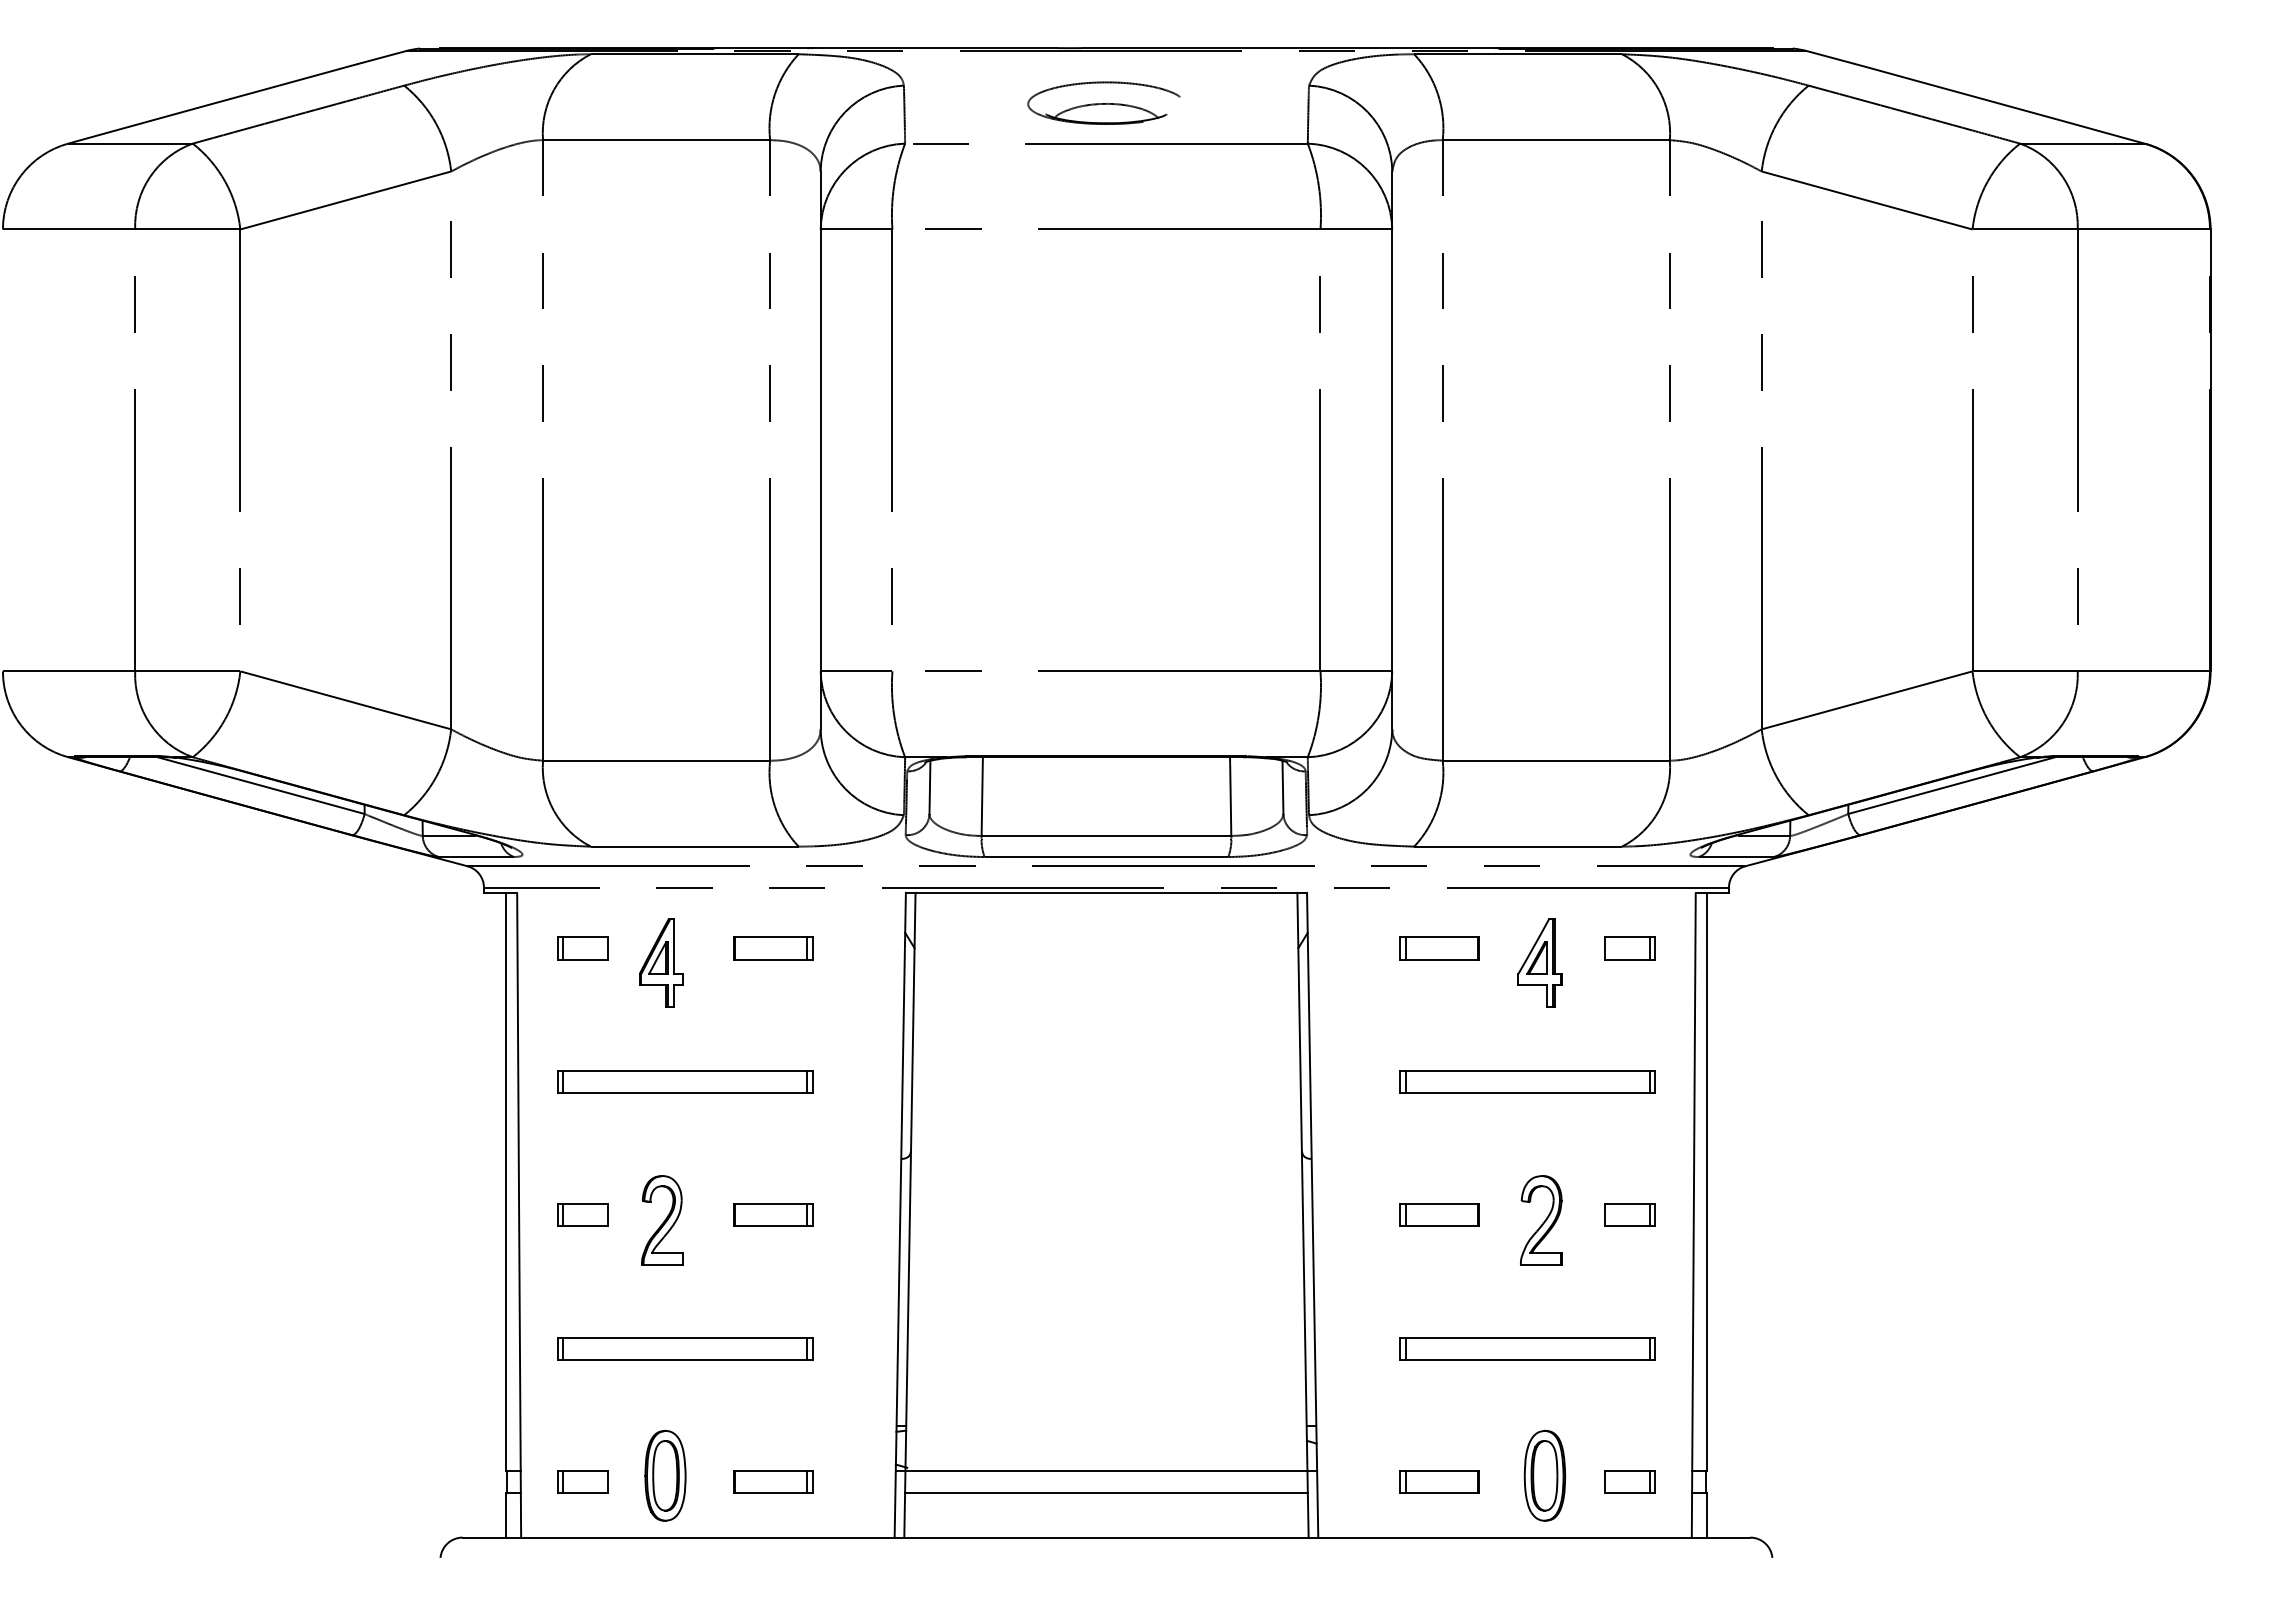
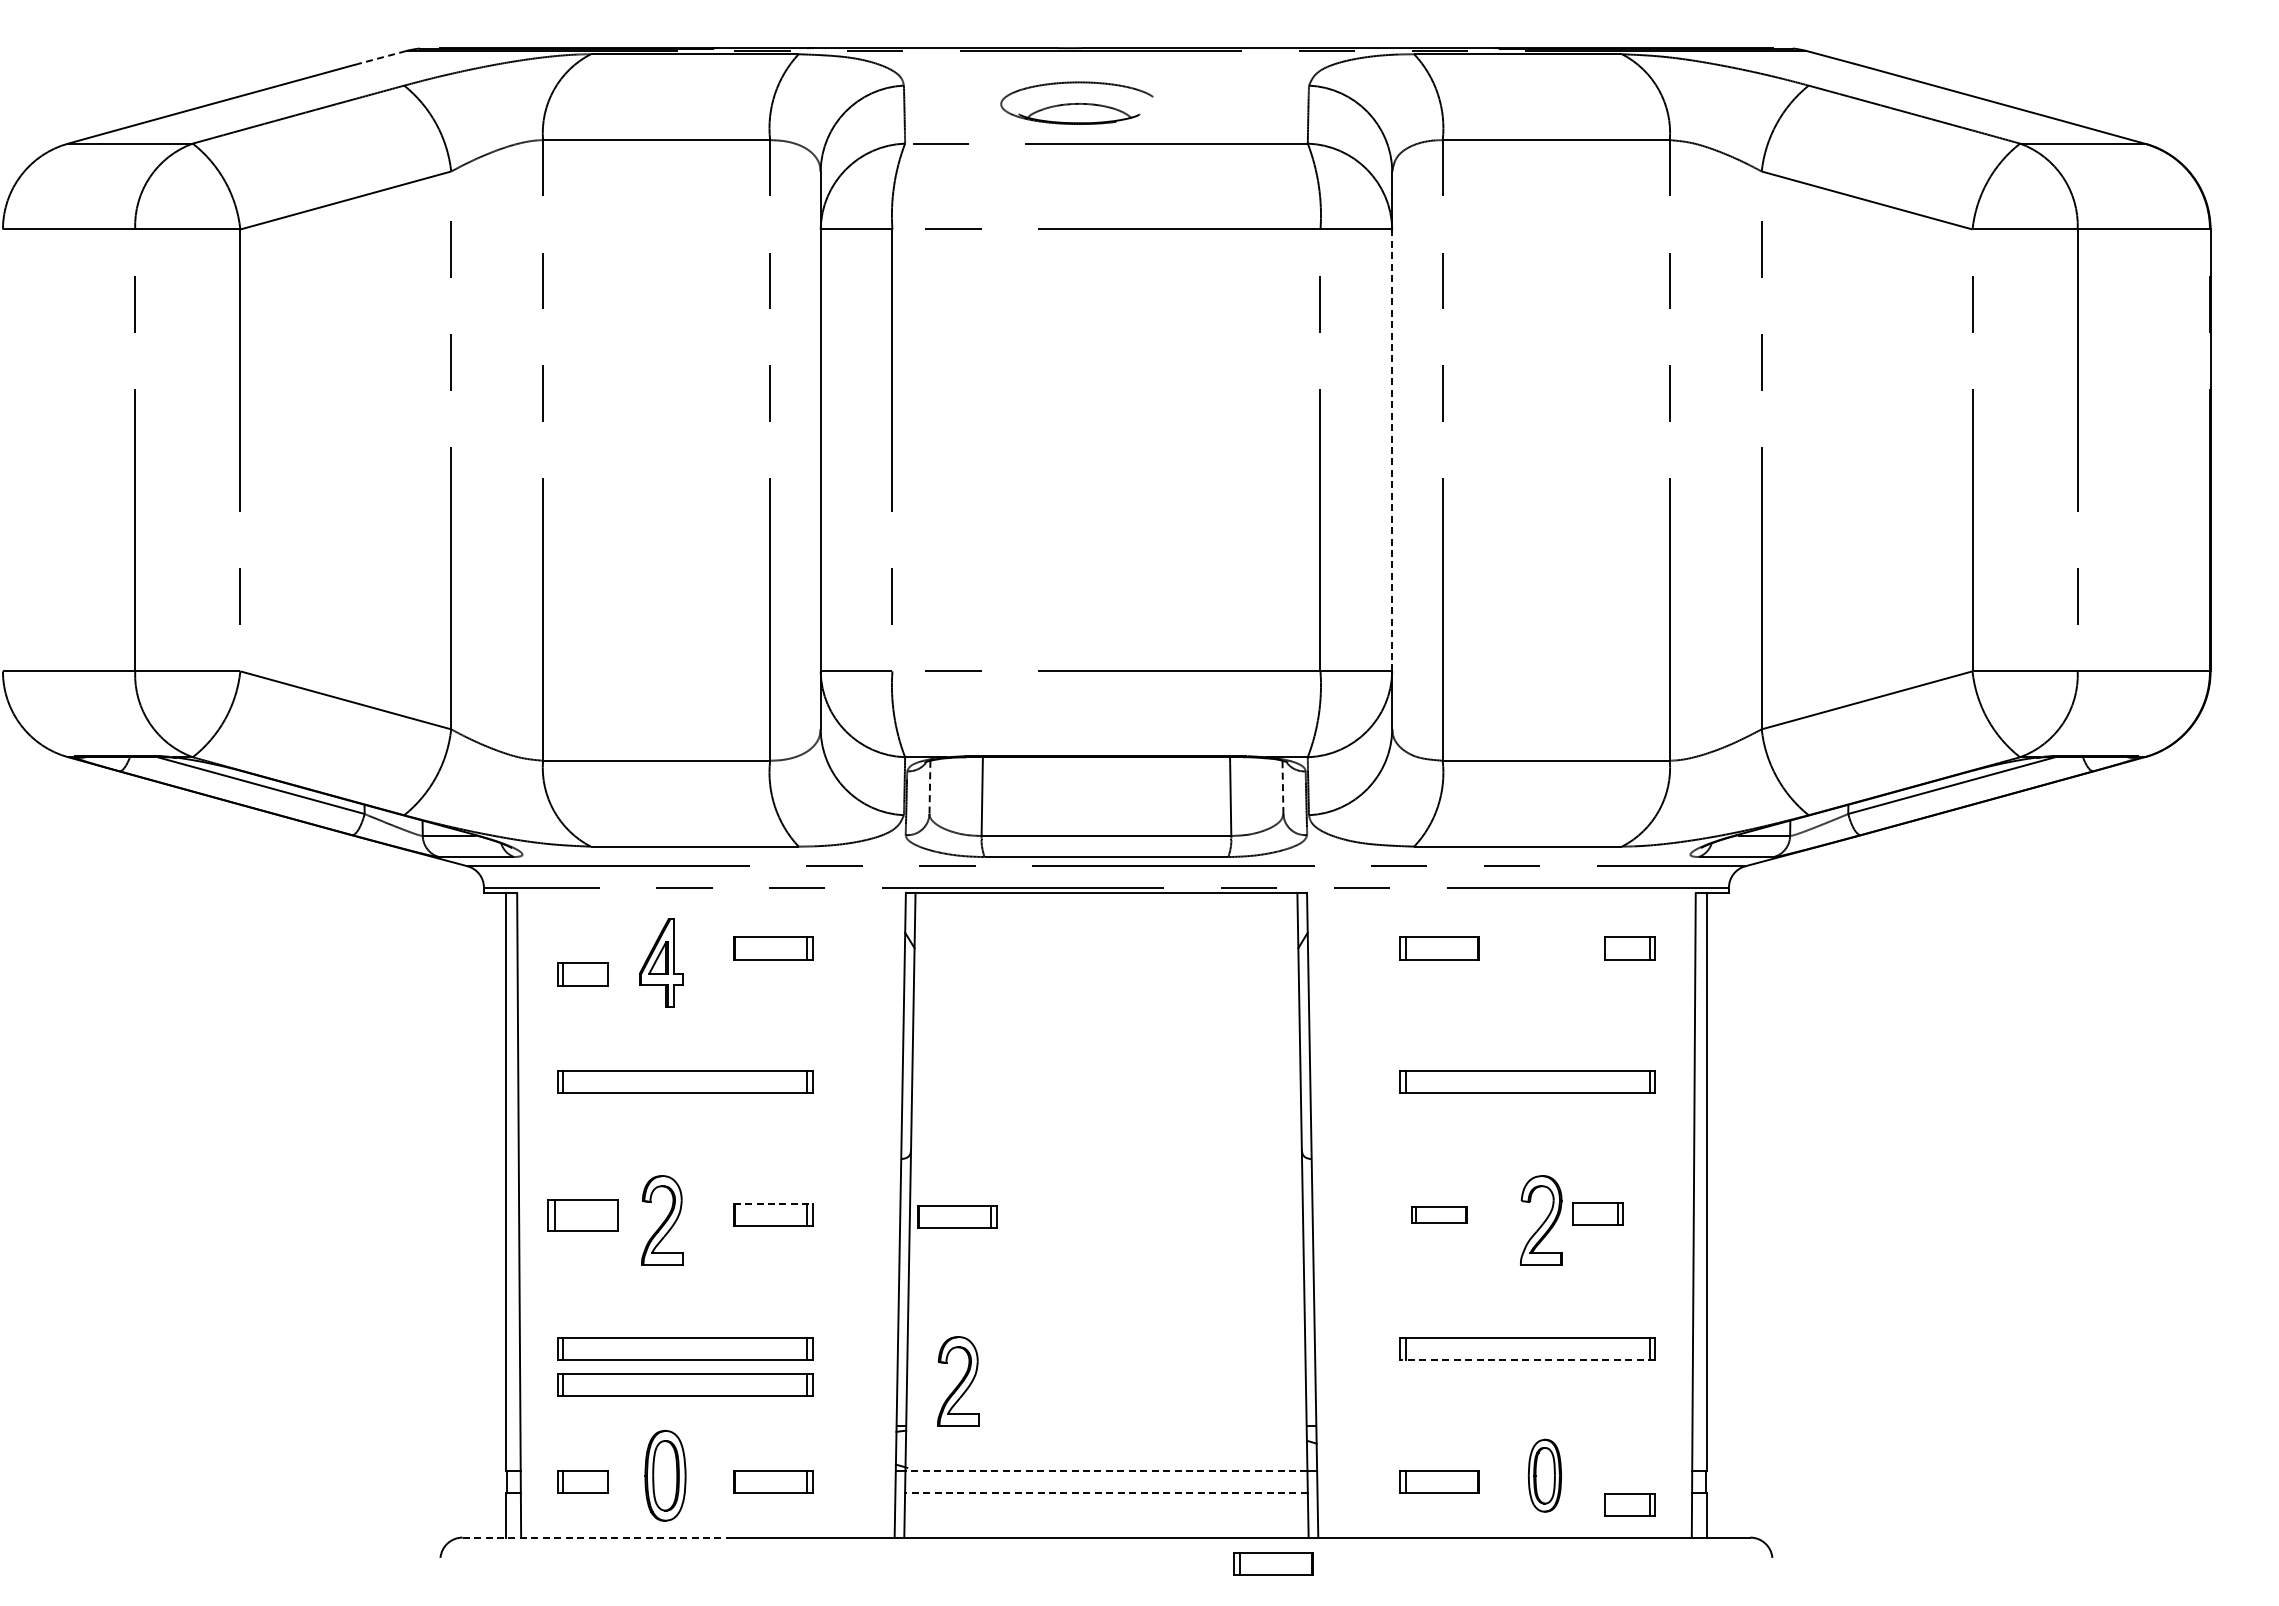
line at (381, 57): solid -> dashed
part at (1103, 102) position: (1103, 102) -> (1076, 102)
line at (1392, 450): solid -> dashed
line at (929, 787): solid -> dashed
line at (1282, 787): solid -> dashed
part at (582, 948) position: (582, 948) -> (582, 974)
part at (1539, 962): present -> none
line at (773, 1204): solid -> dashed
part at (582, 1214) size: 52x24 px -> 72x33 px
part at (1439, 1214) size: 81x24 px -> 57x18 px
part at (1629, 1214) position: (1629, 1214) -> (1597, 1213)
part at (957, 1216): none -> present
line at (1527, 1359): solid -> dashed
part at (958, 1381): none -> present
part at (685, 1384): none -> present
line at (1106, 1470): solid -> dashed
part at (1544, 1475) size: 44x93 px -> 34x75 px
part at (1629, 1481) position: (1629, 1481) -> (1629, 1504)
line at (1105, 1493): solid -> dashed
line at (595, 1537): solid -> dashed
part at (1273, 1563): none -> present
